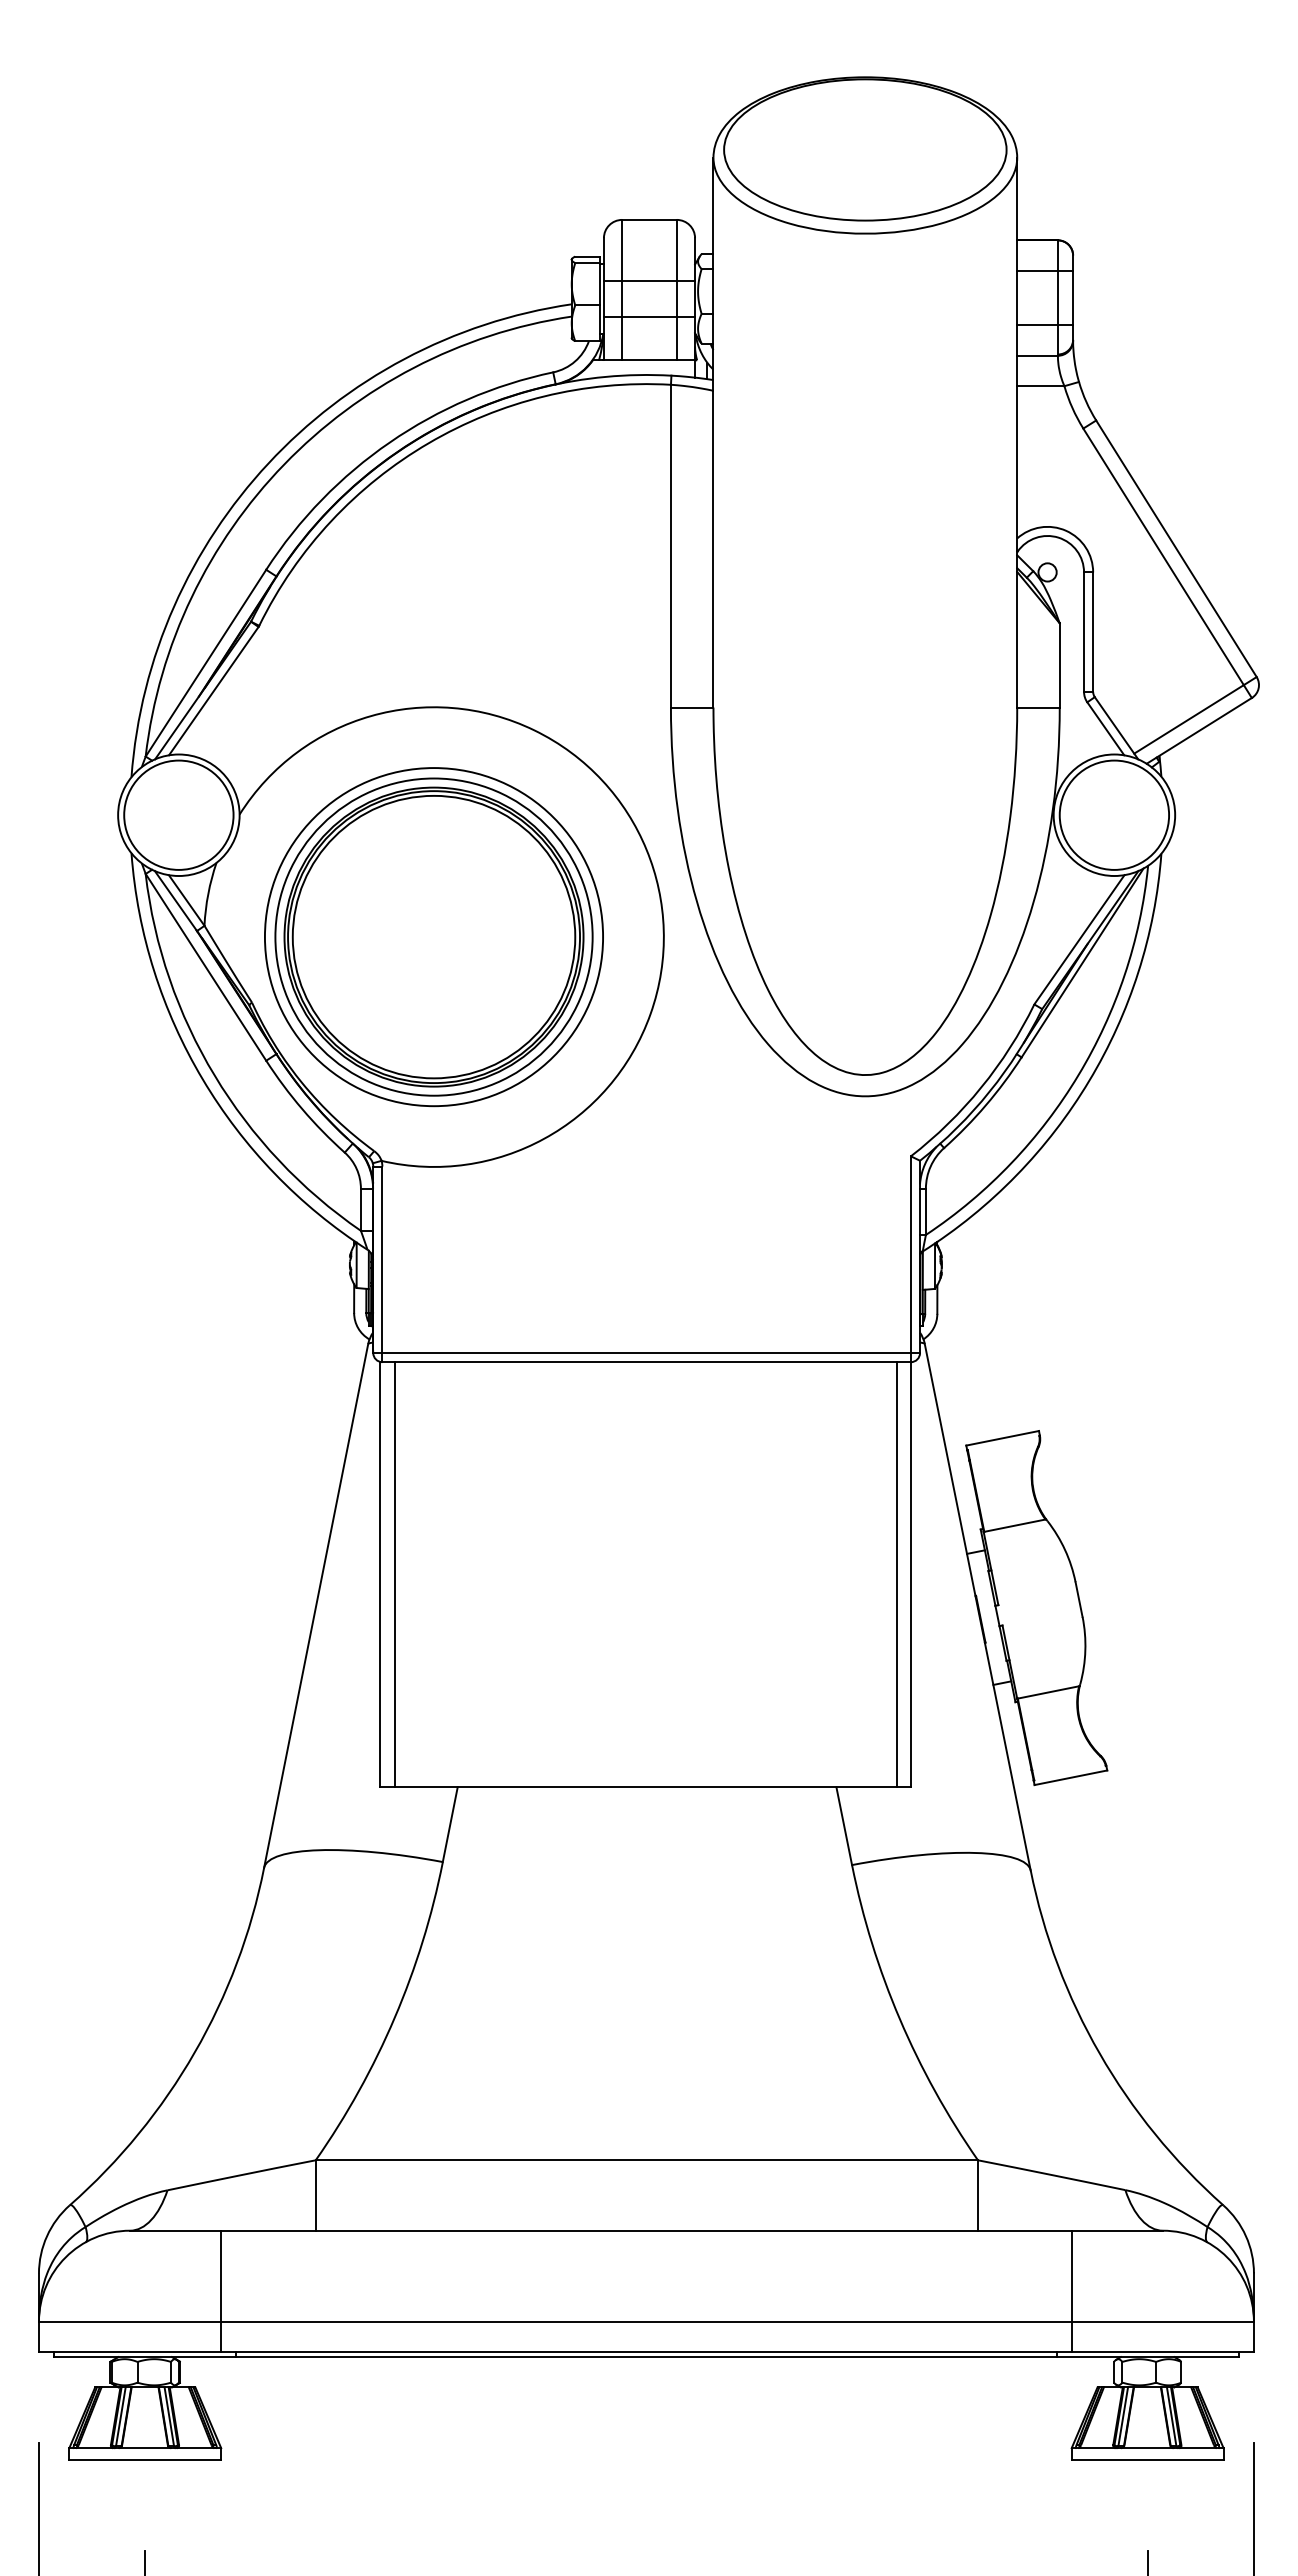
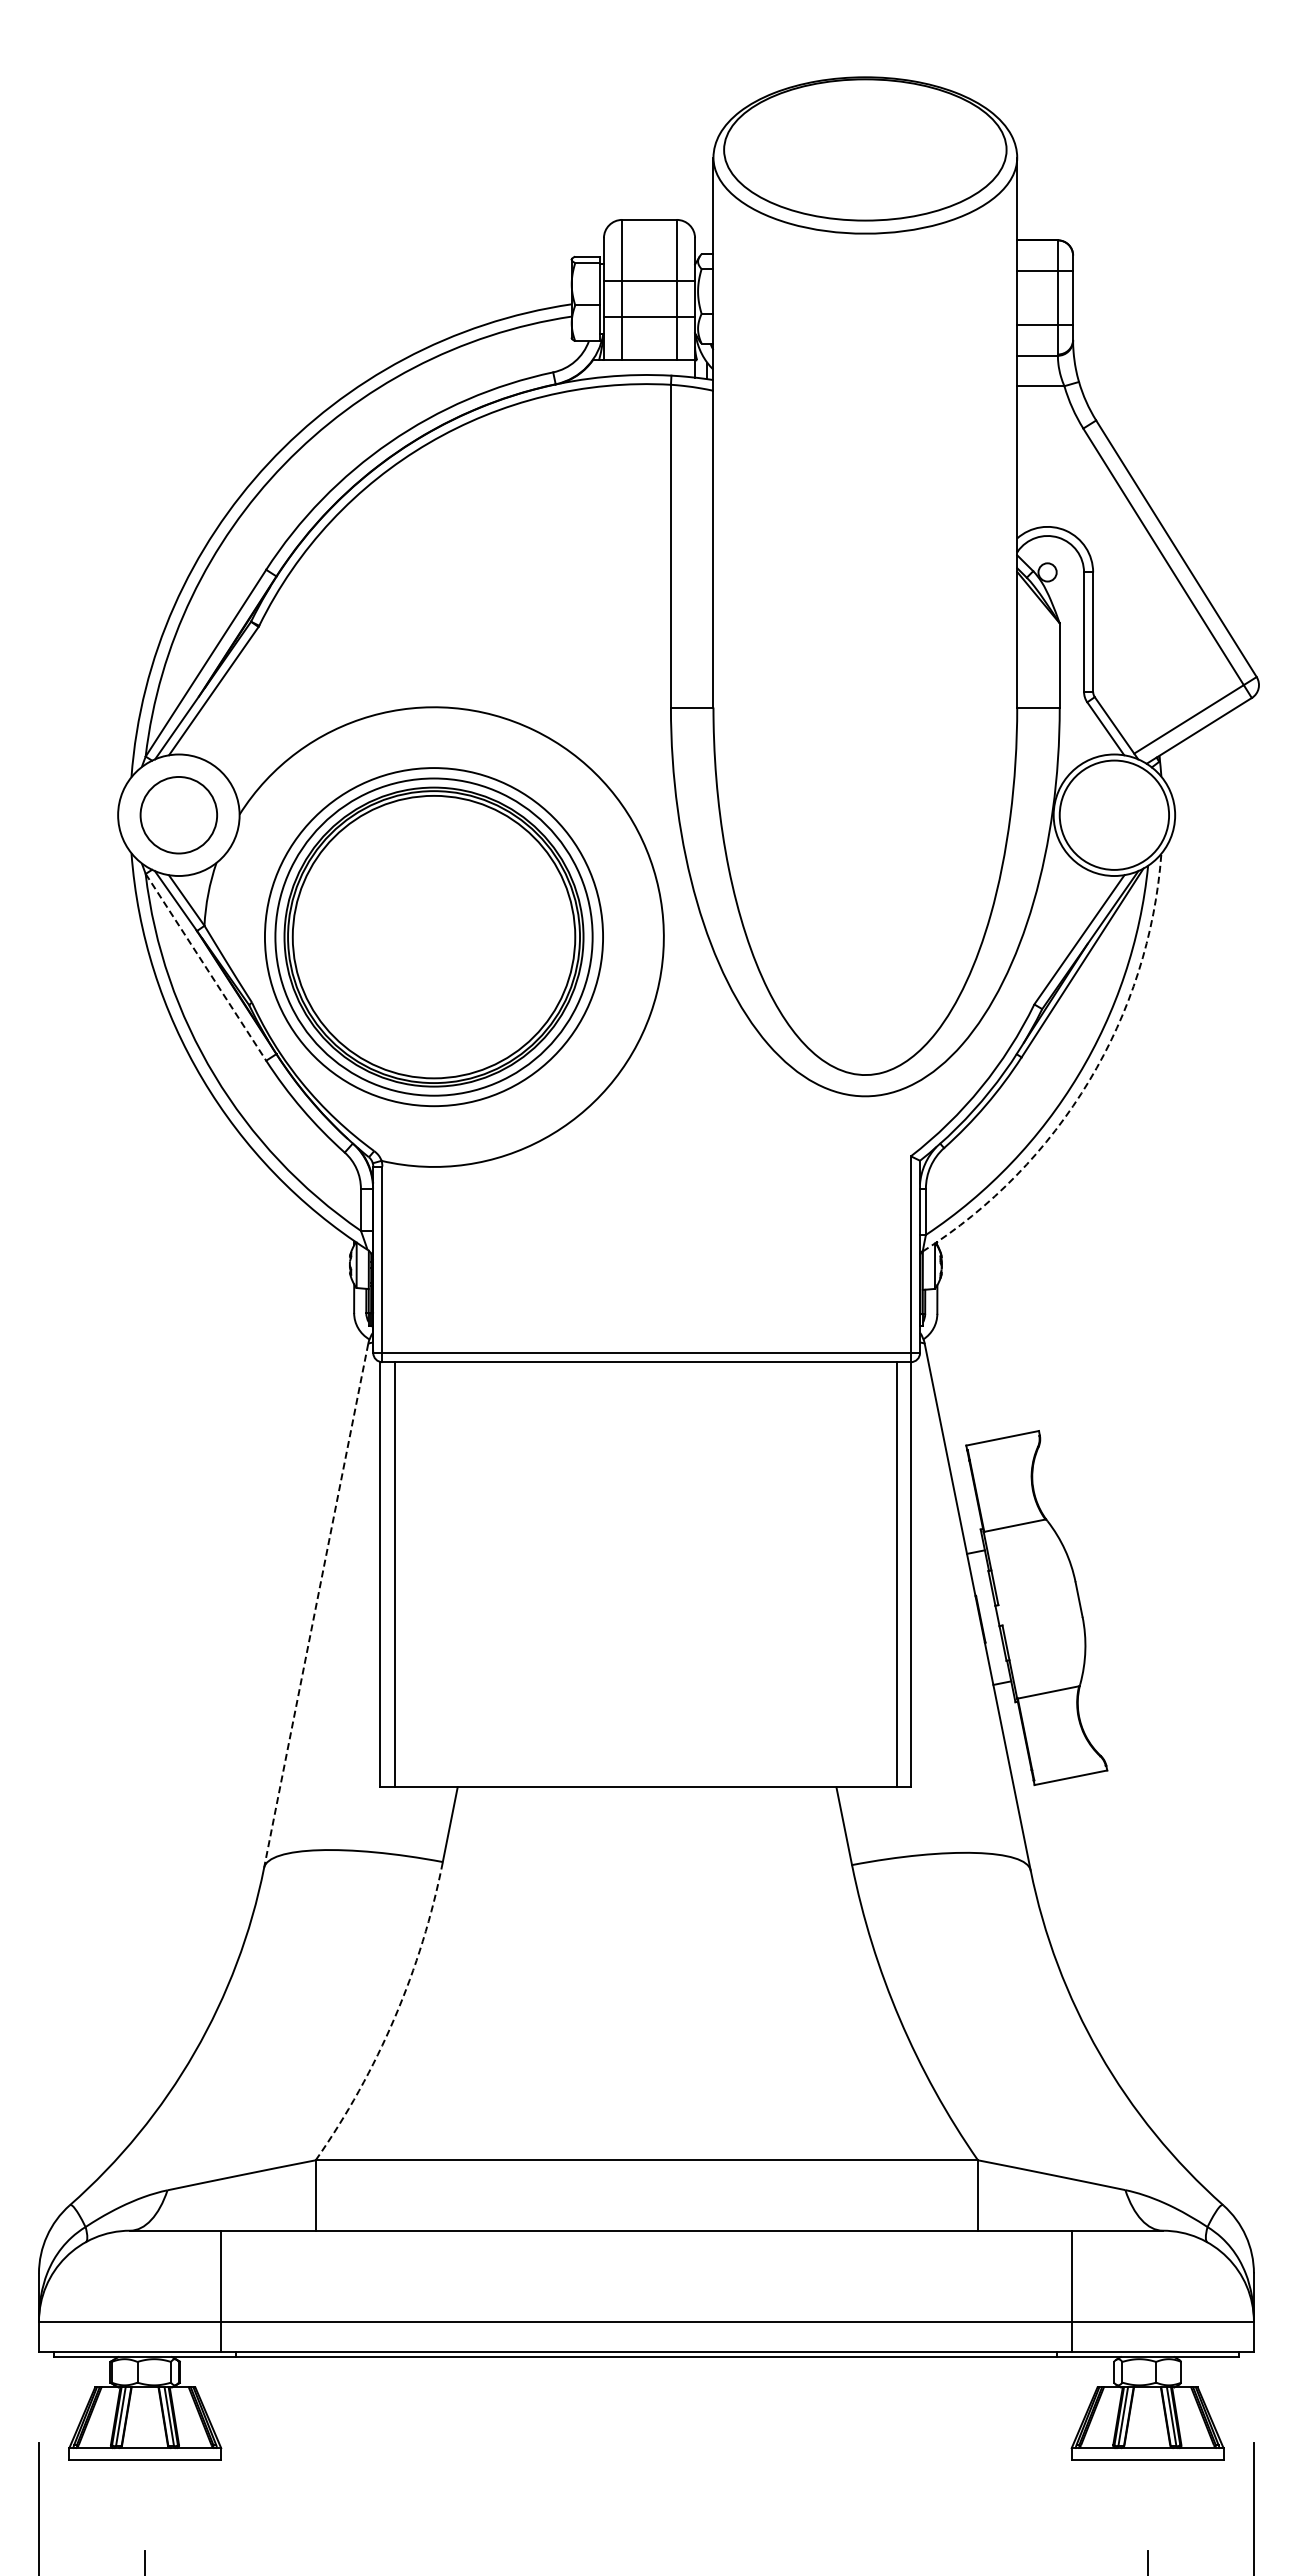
circle at (178, 814) diameter: 109 px -> 77 px
line at (206, 967): solid -> dashed
arc at (1089, 1080): solid -> dashed
line at (316, 1606): solid -> dashed
arc at (394, 2017): solid -> dashed
